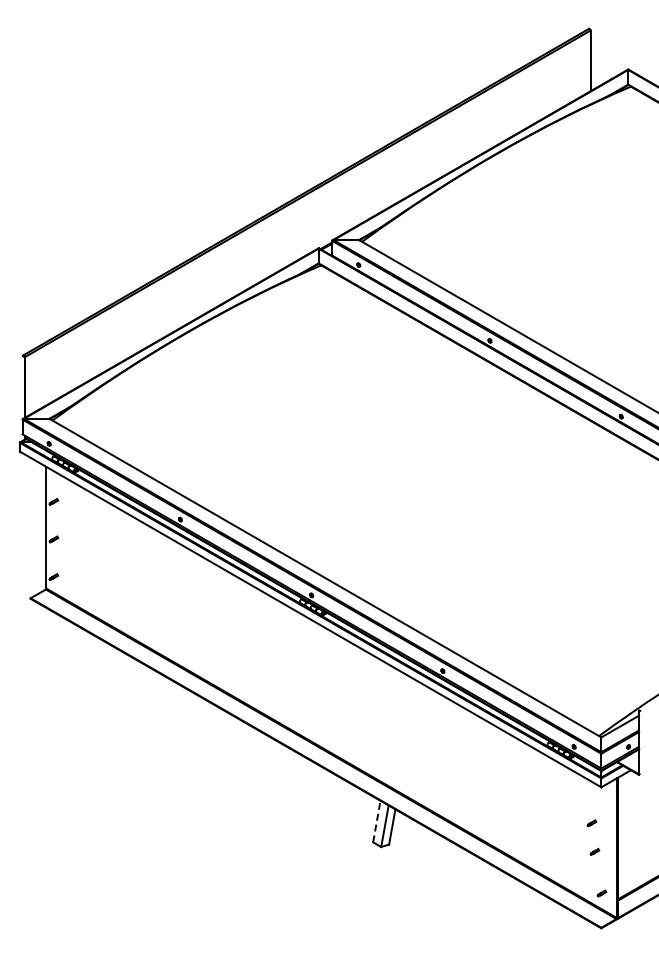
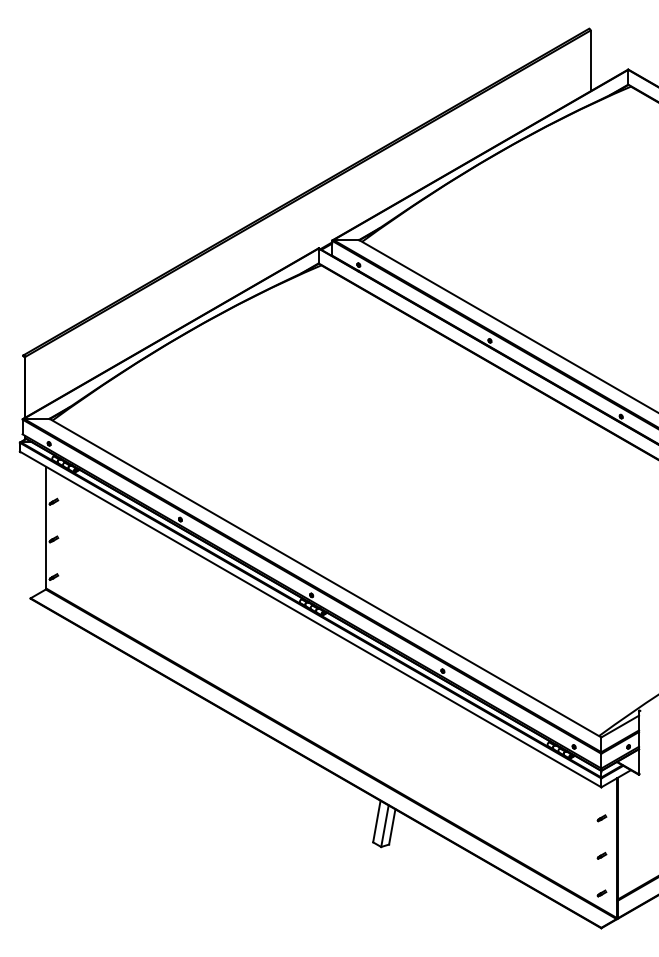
line at (376, 821): dashed -> solid
part at (591, 823) position: (591, 823) -> (601, 818)
part at (594, 851) position: (594, 851) -> (601, 855)
